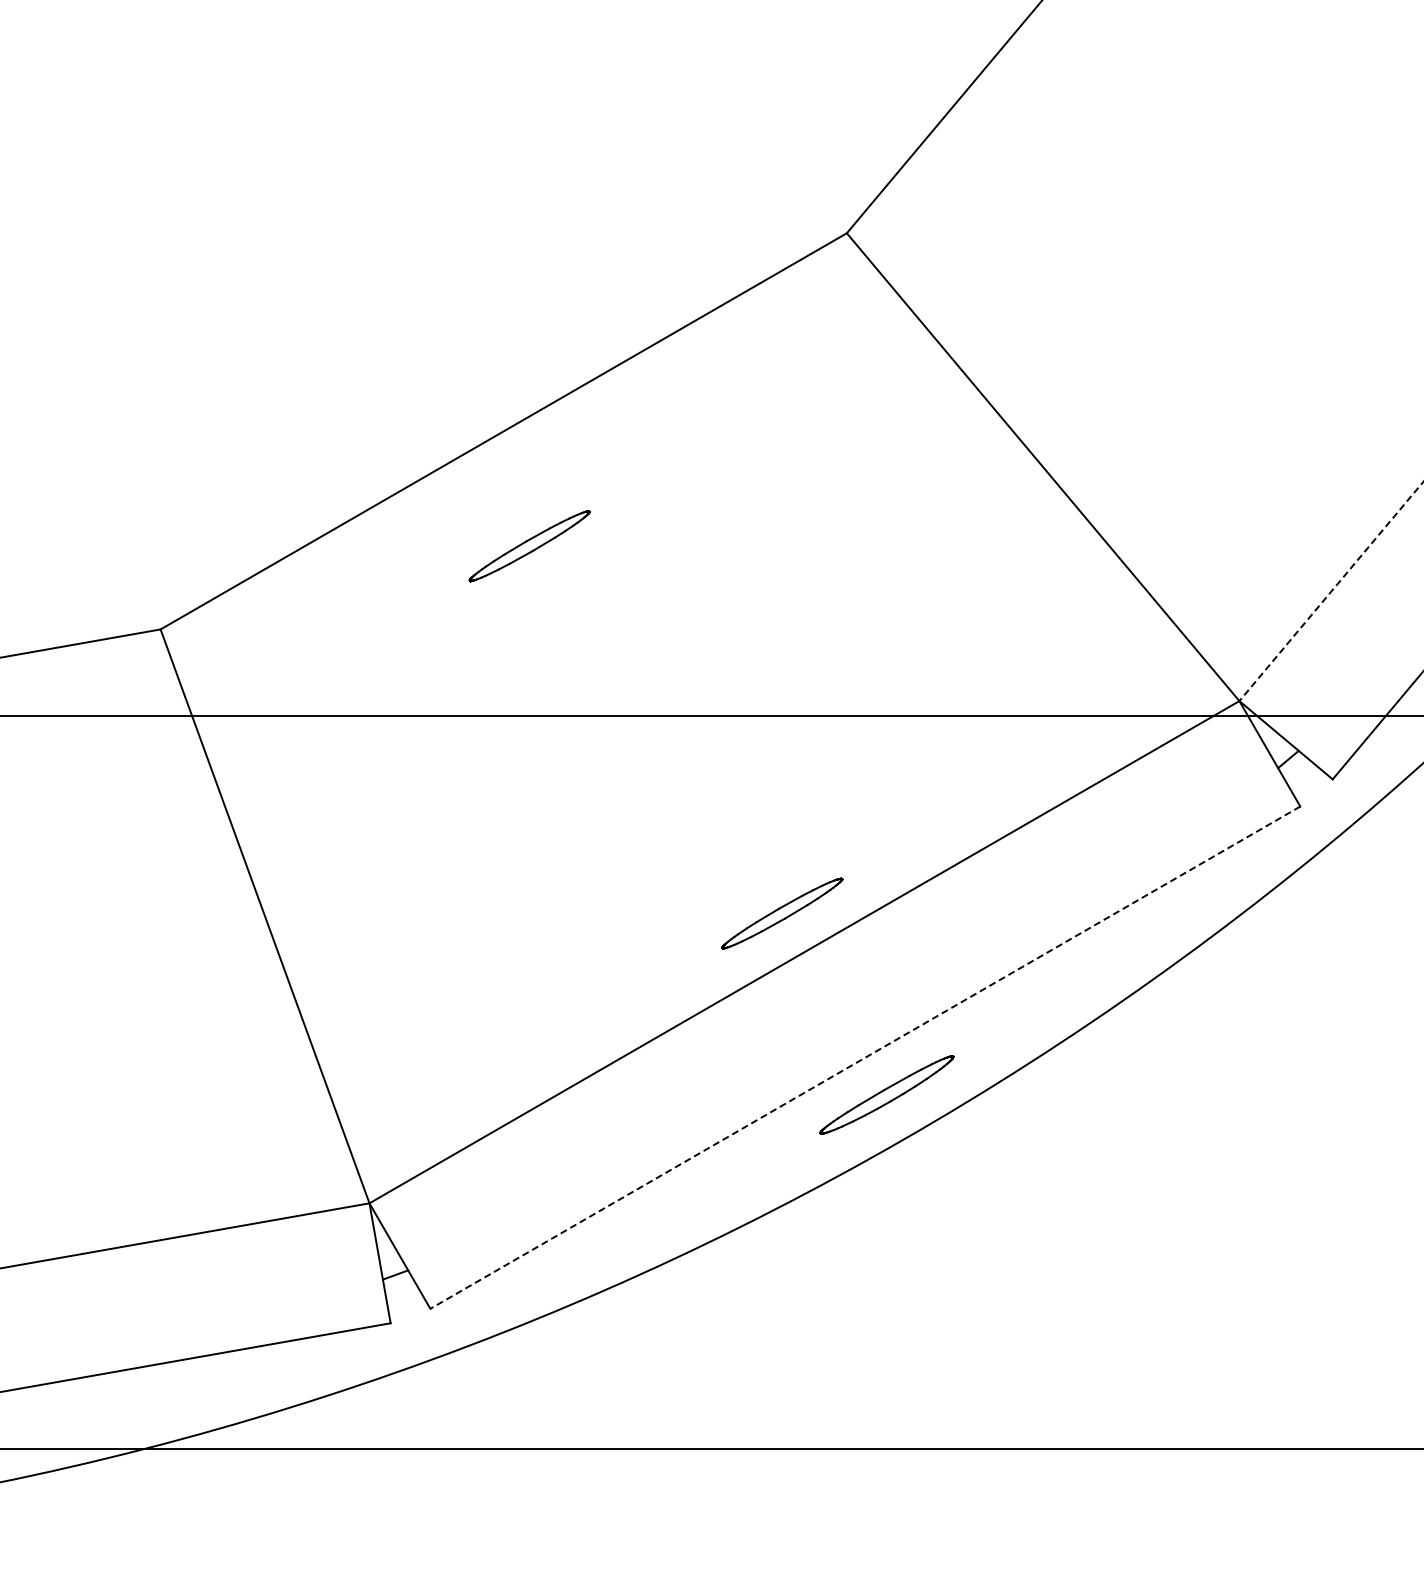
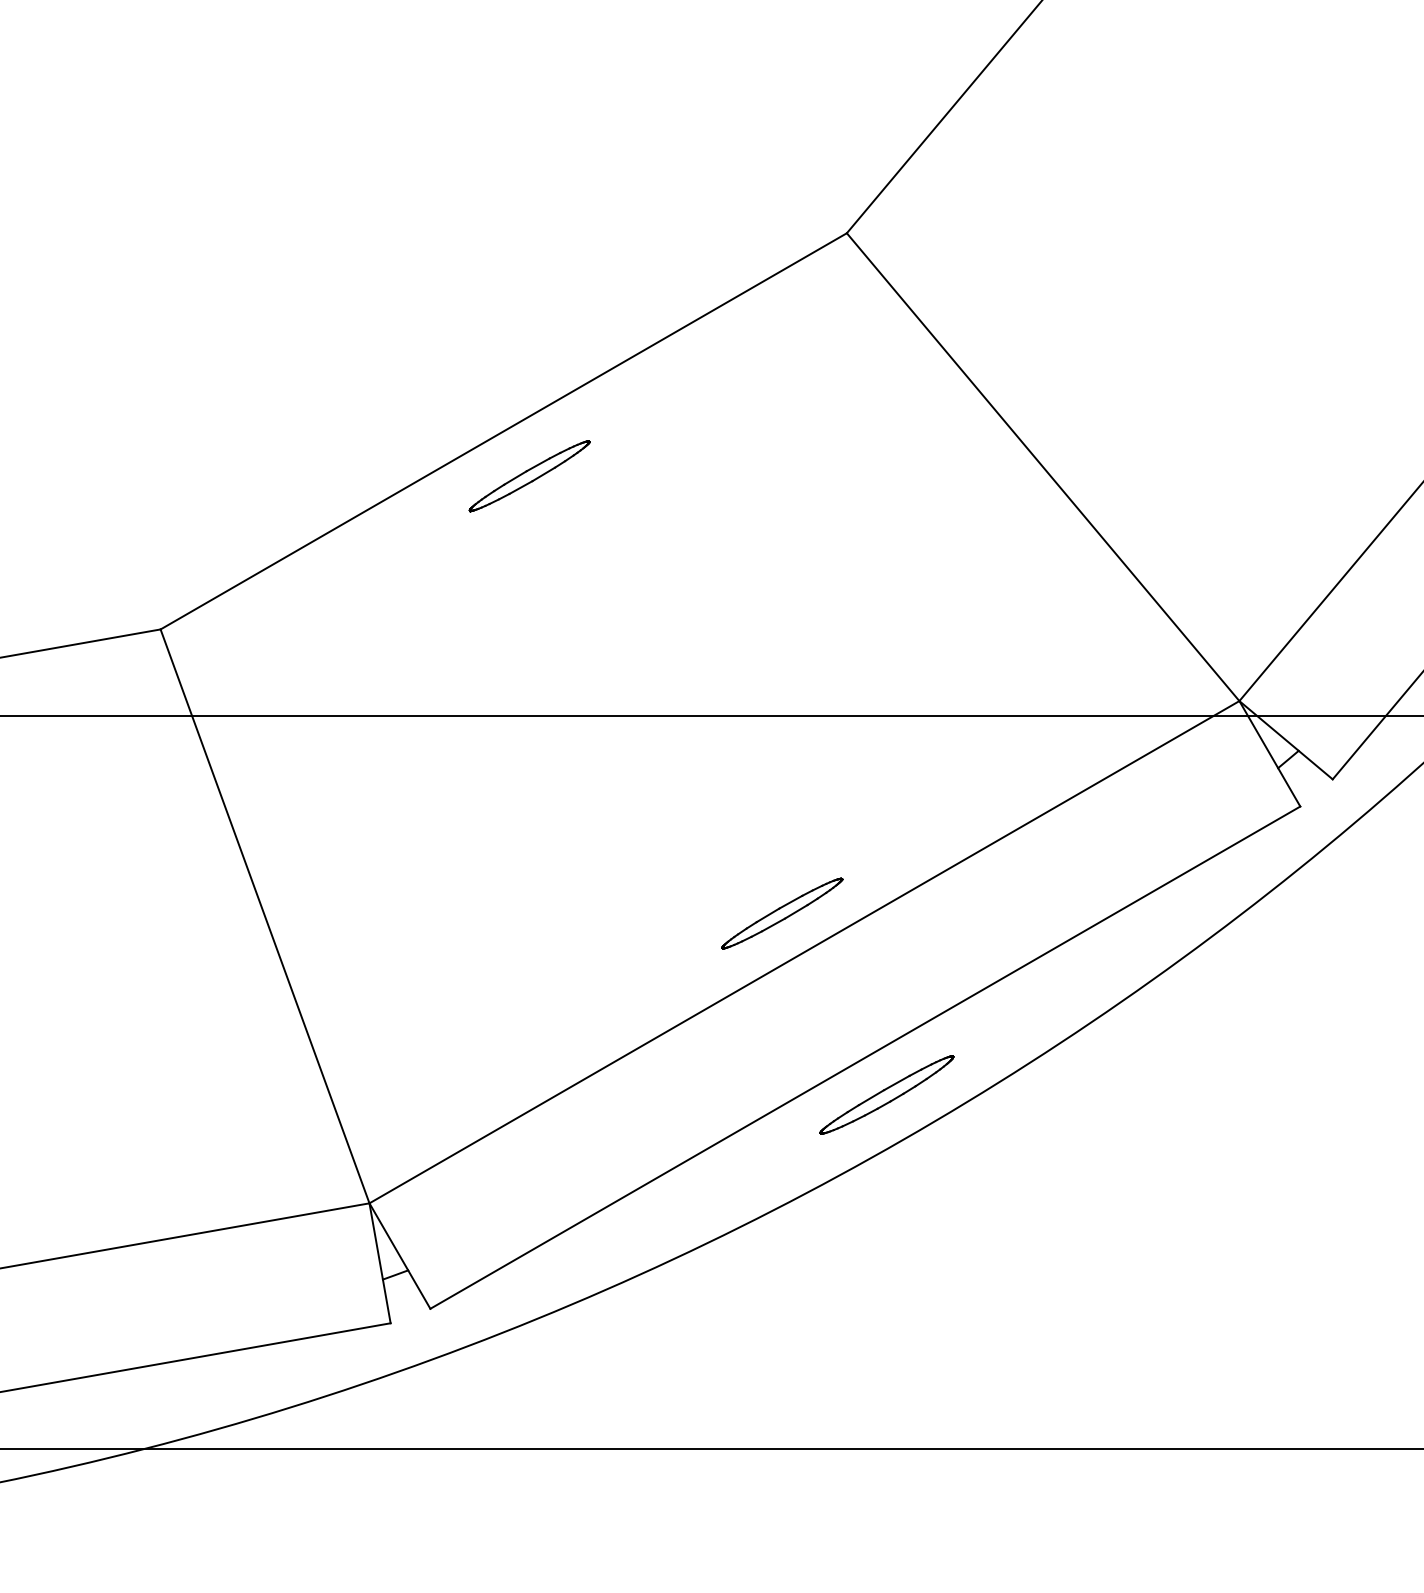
part at (529, 546) position: (529, 546) -> (529, 476)
line at (1331, 591): dashed -> solid
line at (864, 1057): dashed -> solid
